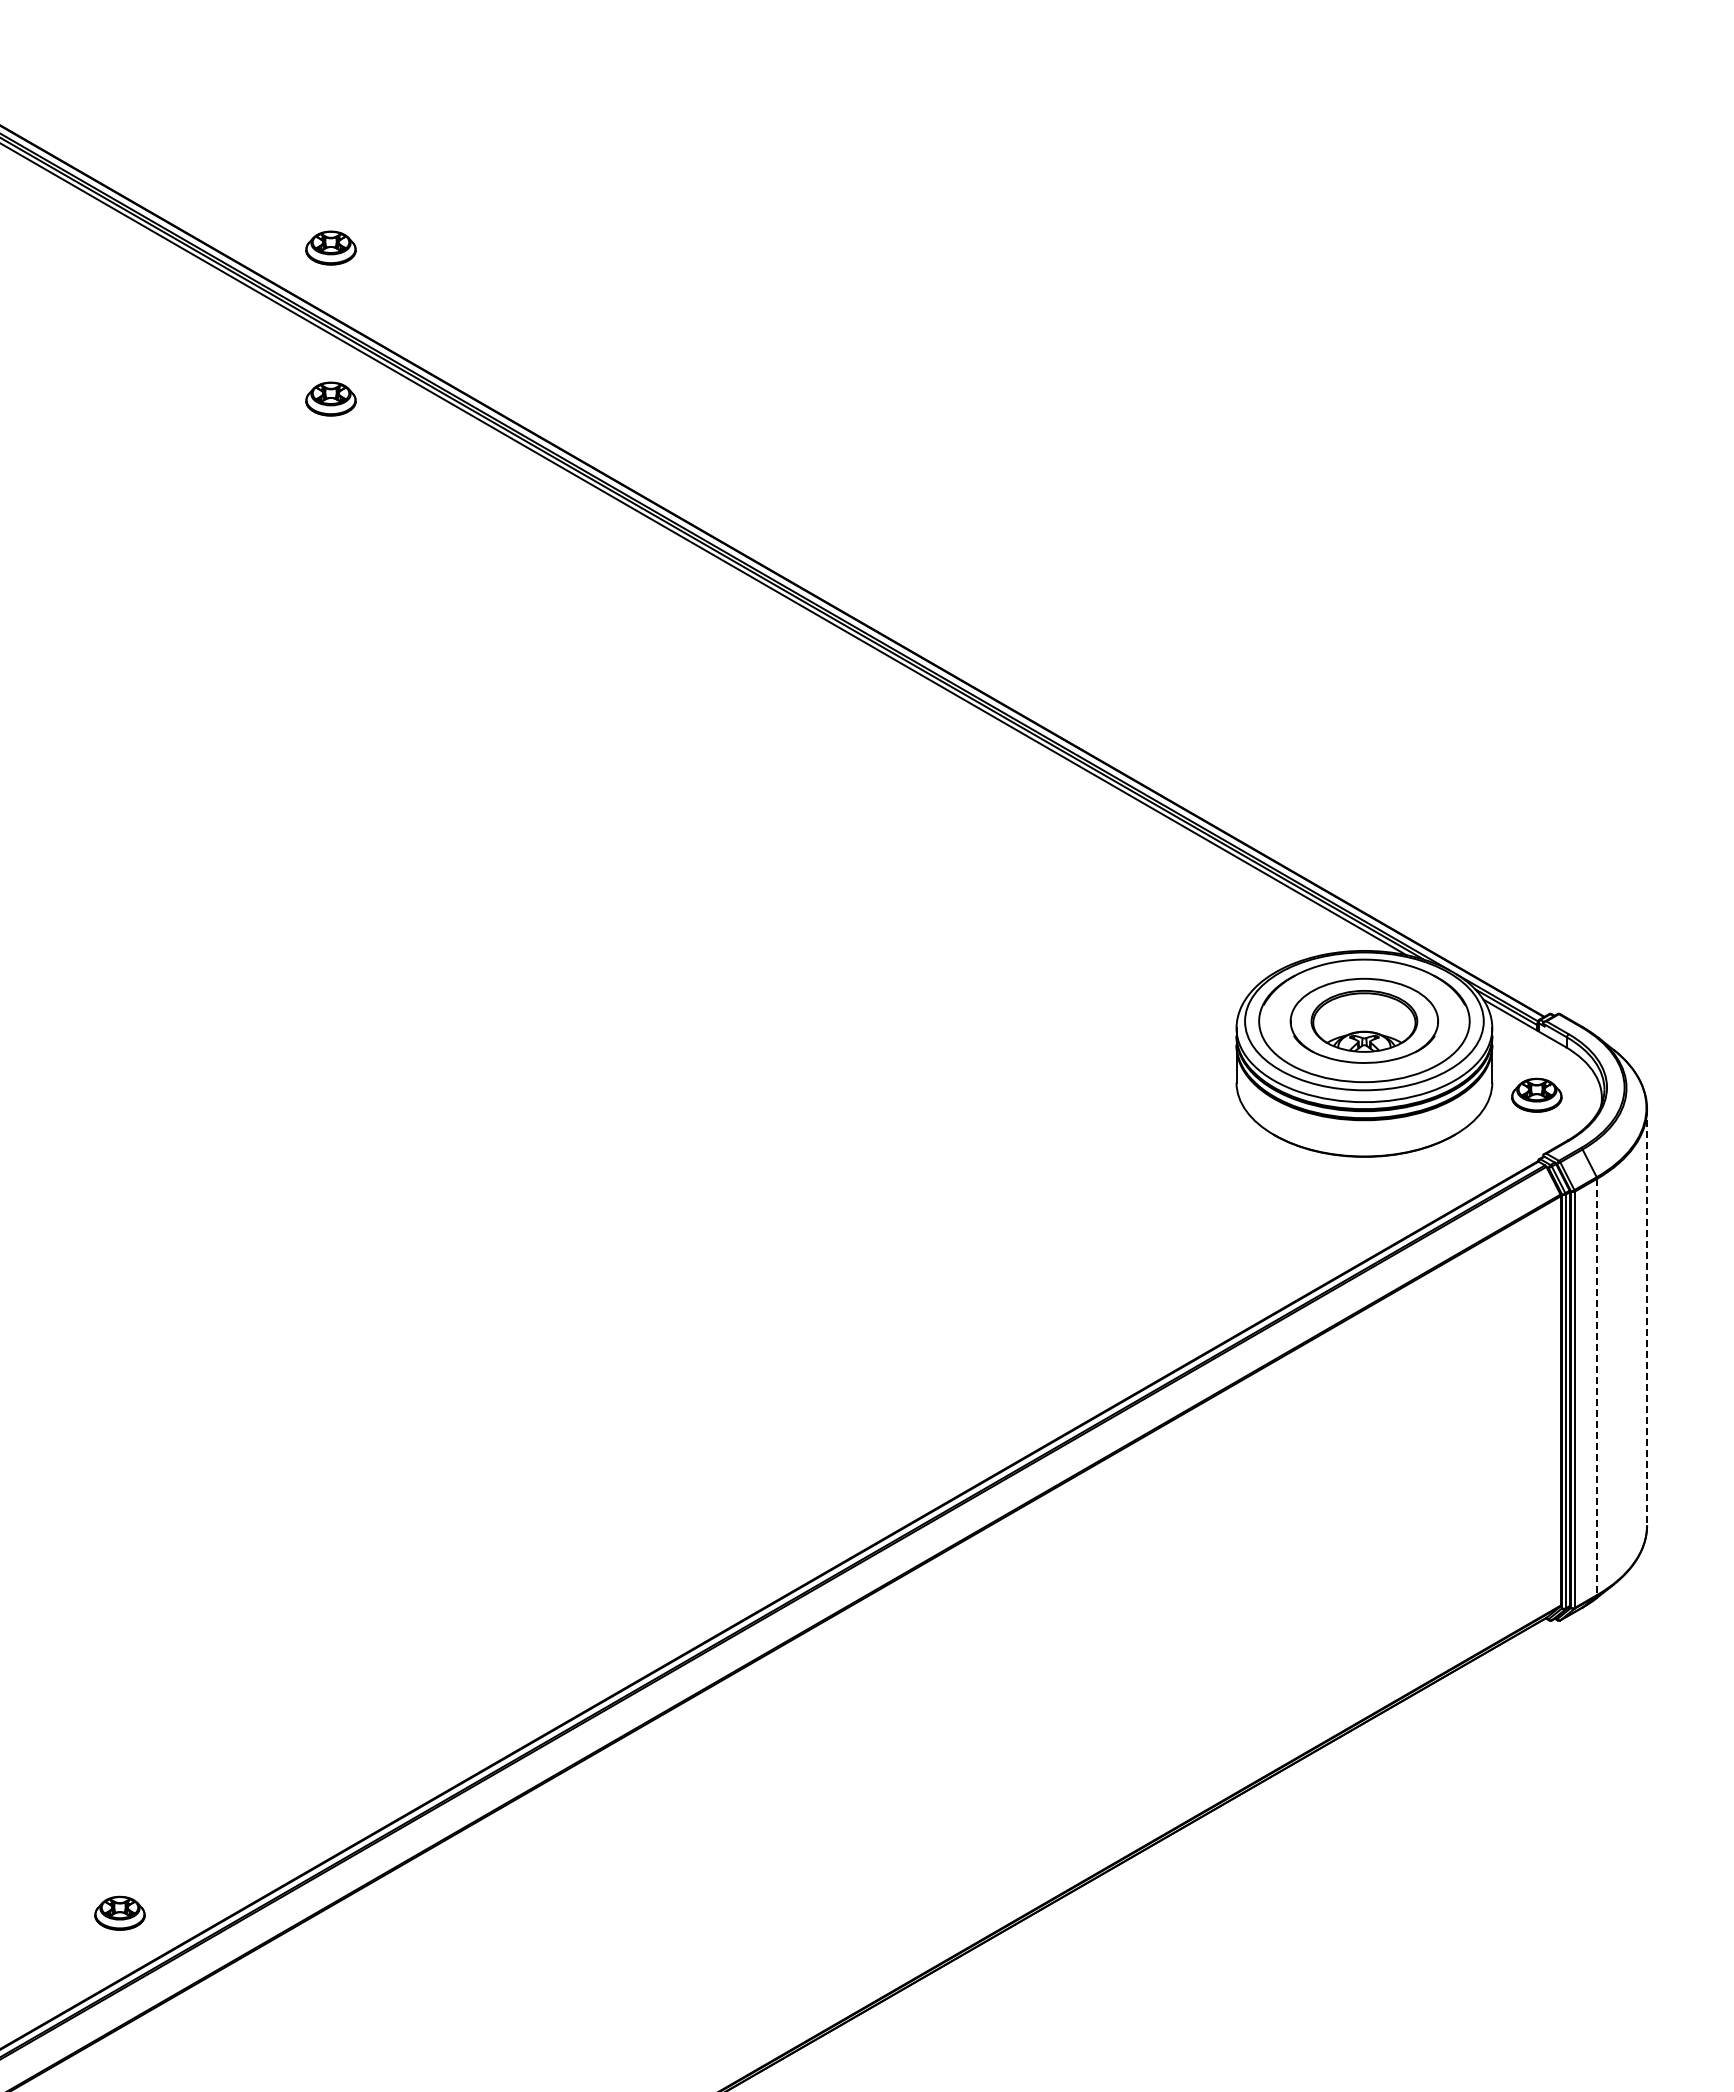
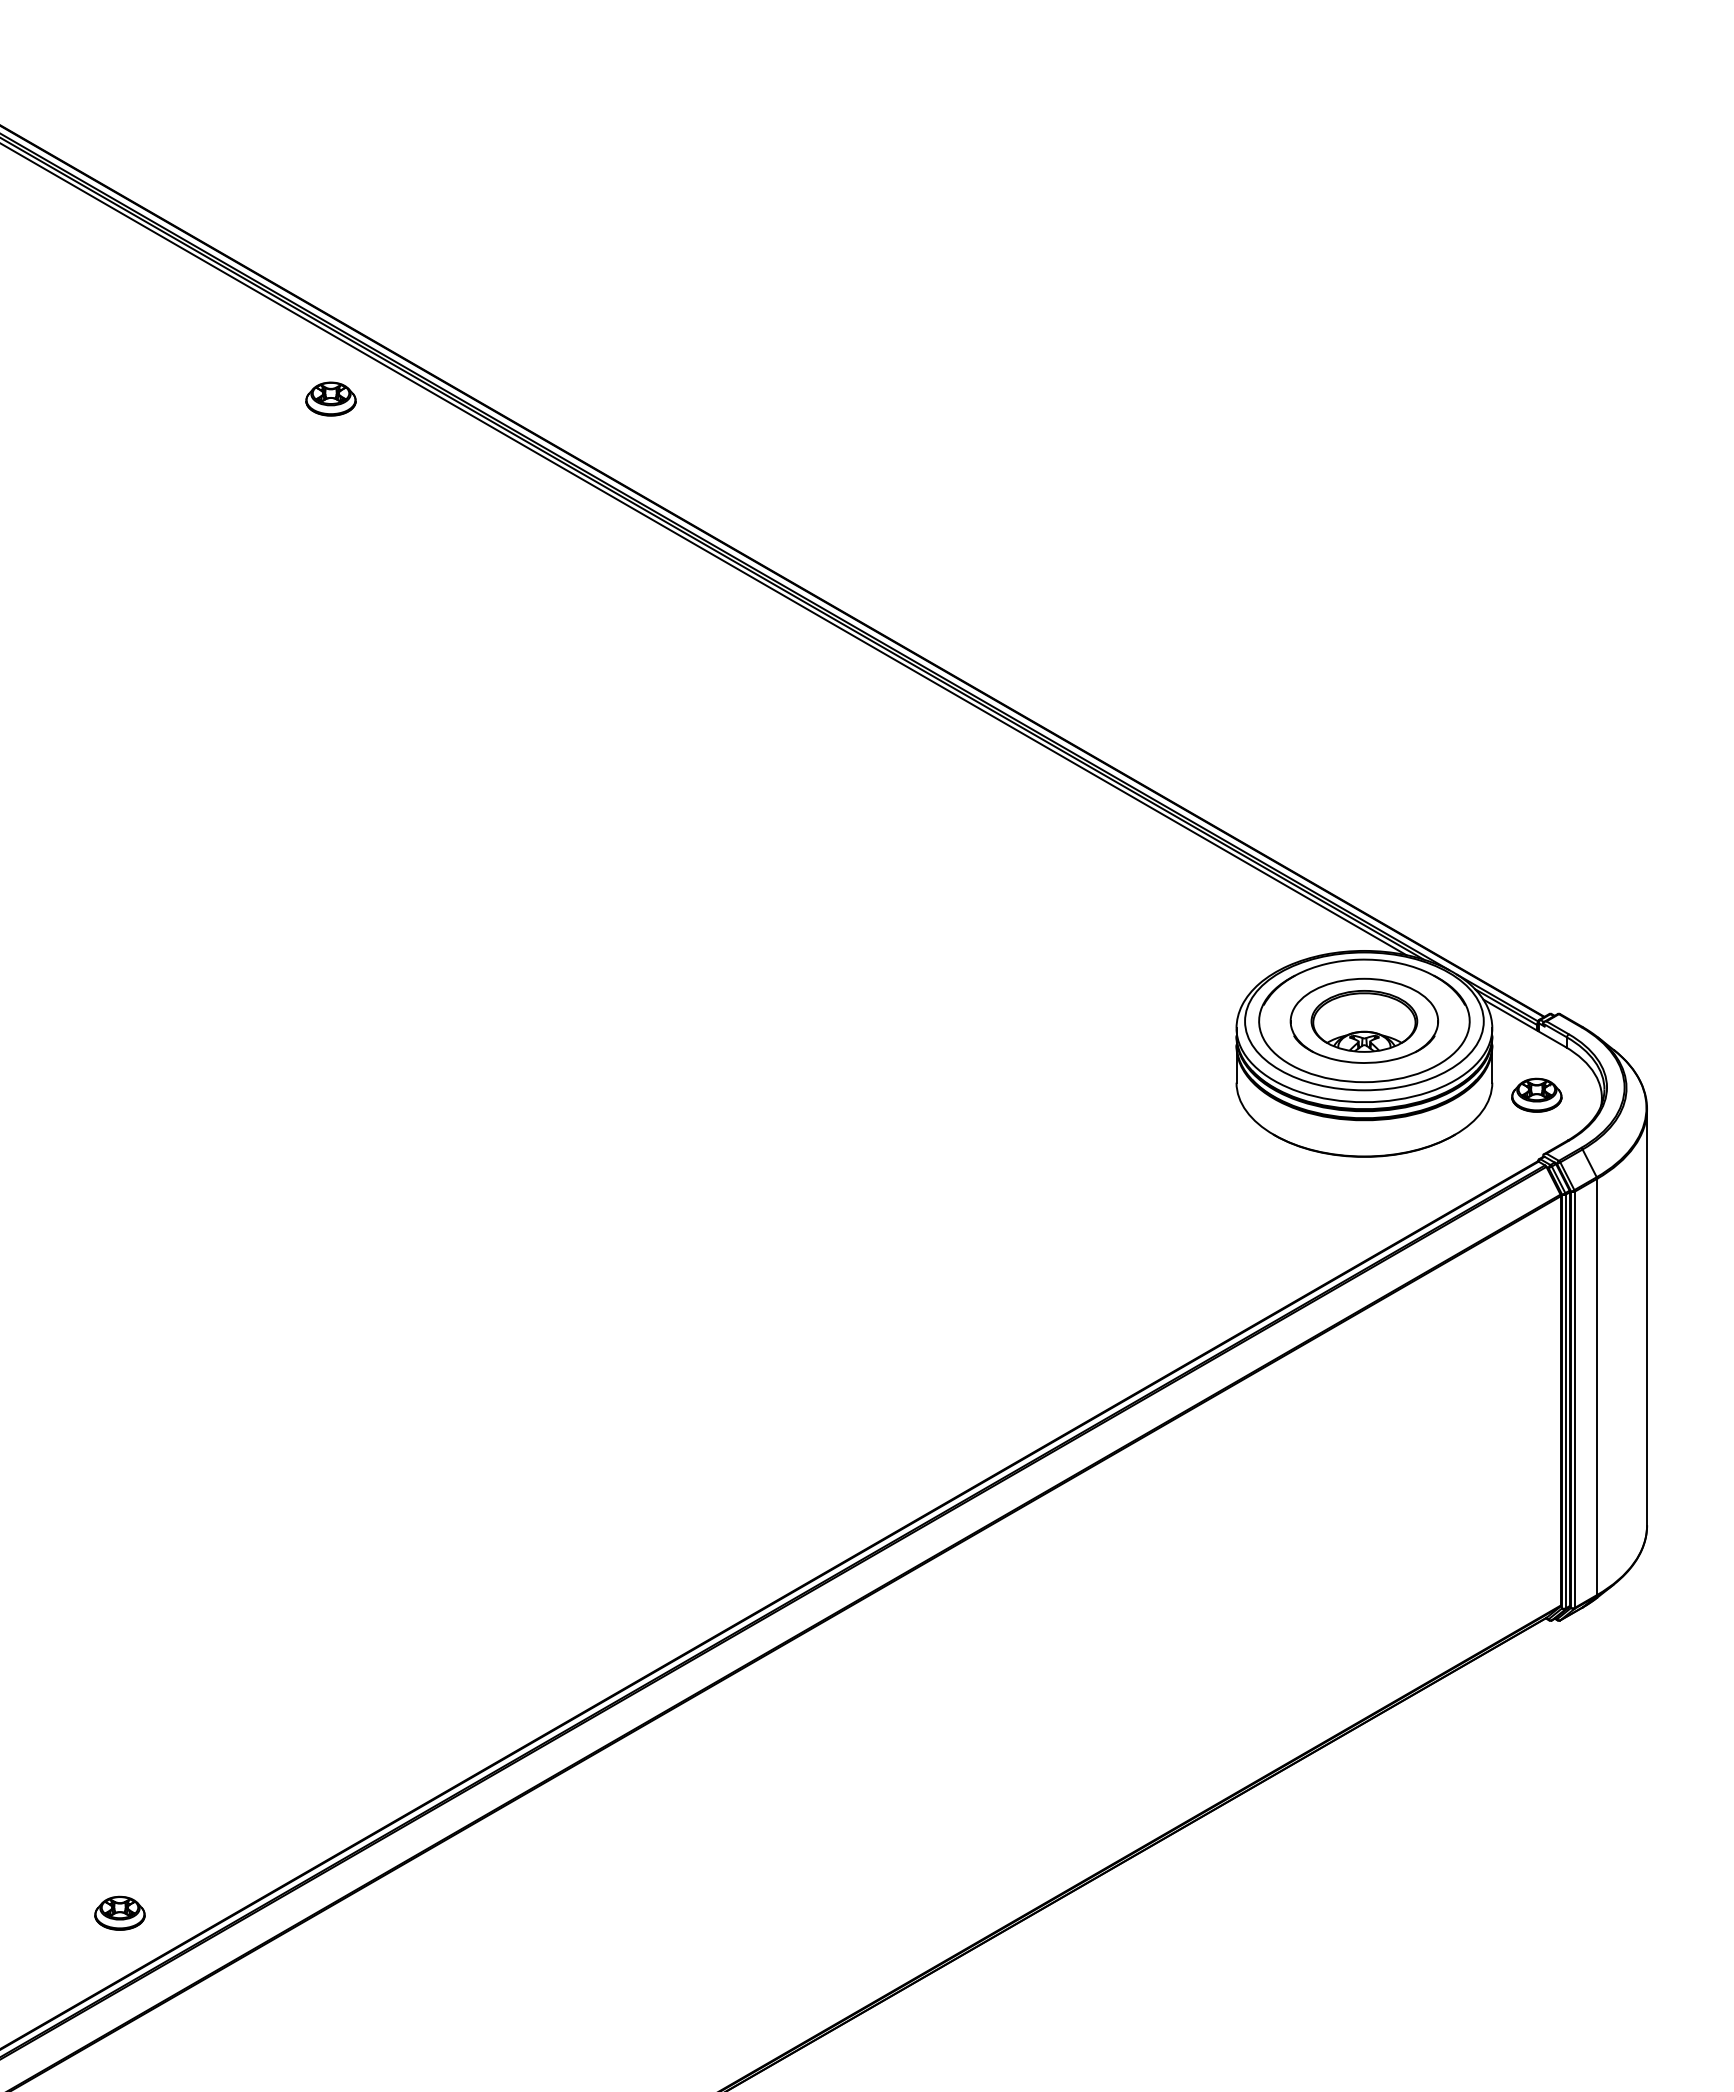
part at (330, 247): present -> none
line at (1647, 1317): dashed -> solid
line at (1597, 1387): dashed -> solid
